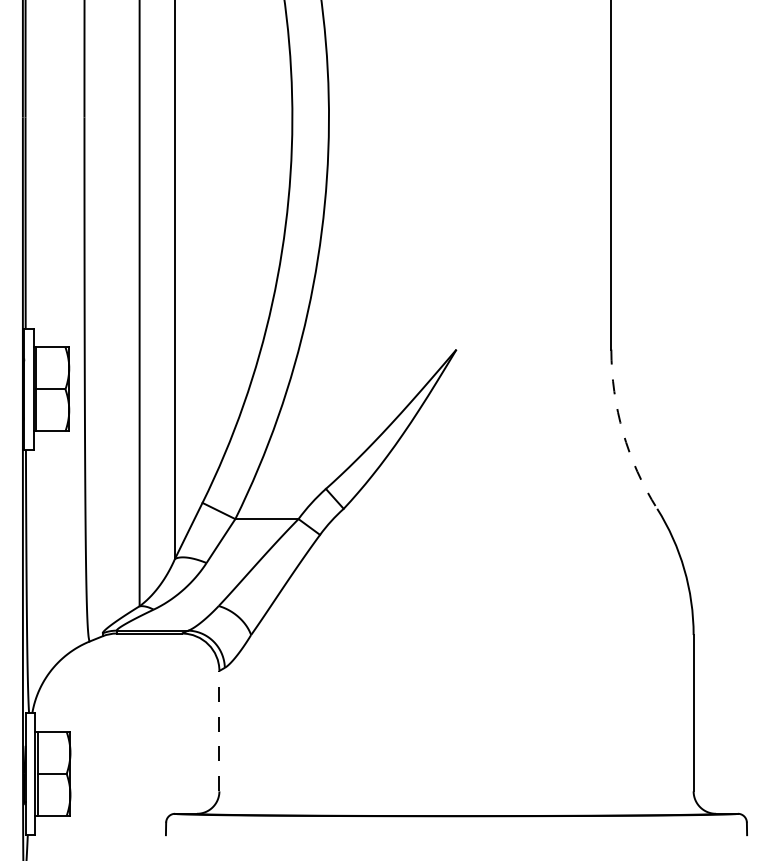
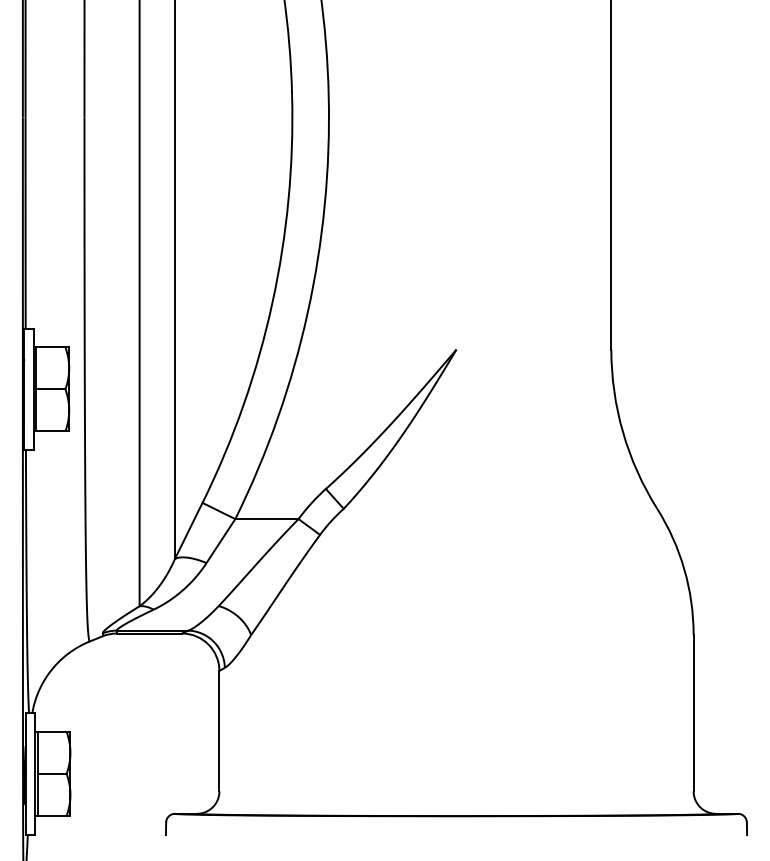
arc at (623, 432): dashed -> solid
line at (219, 730): dashed -> solid
